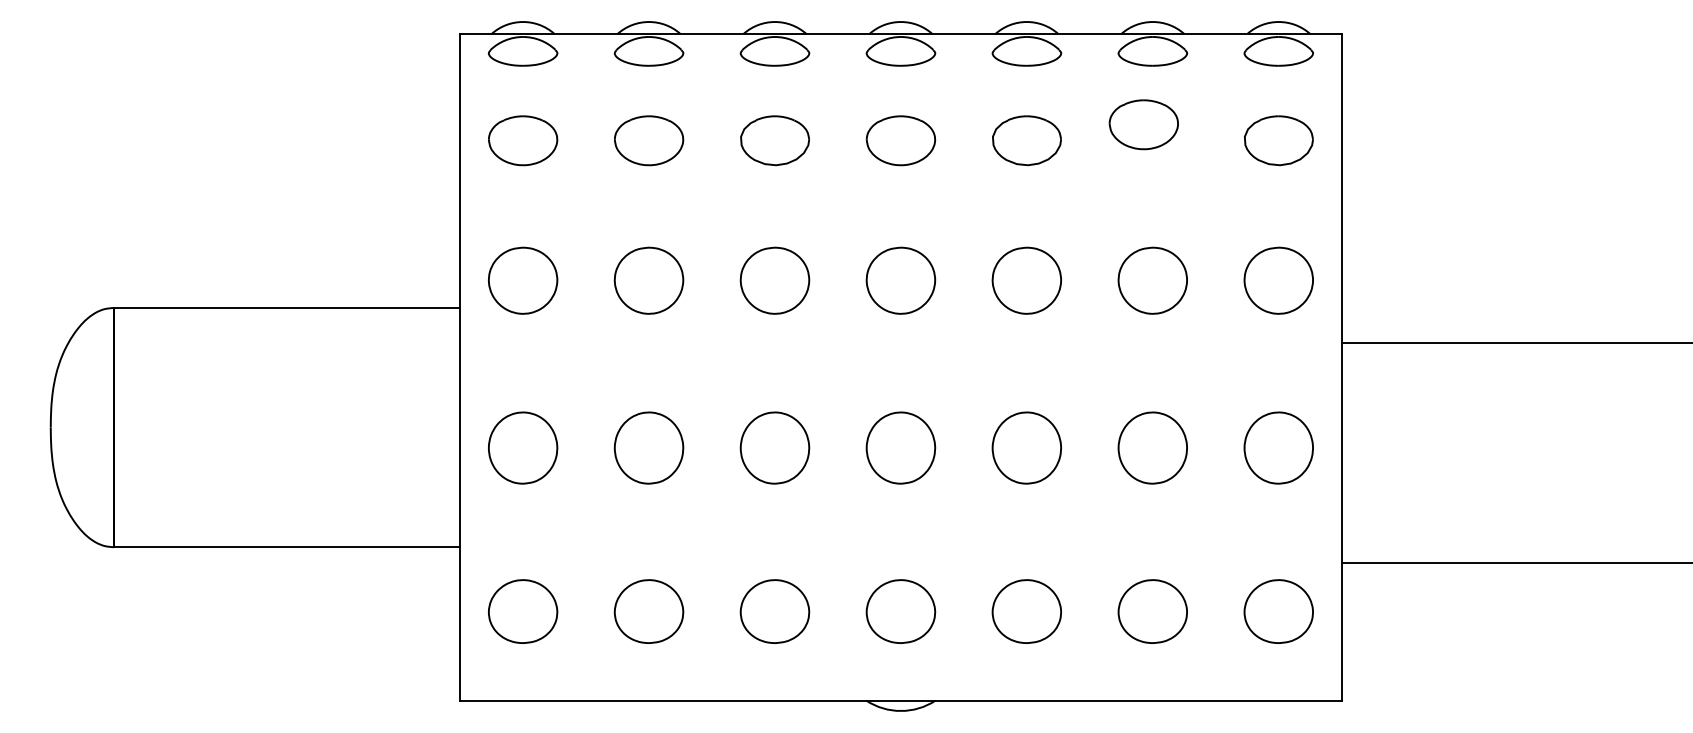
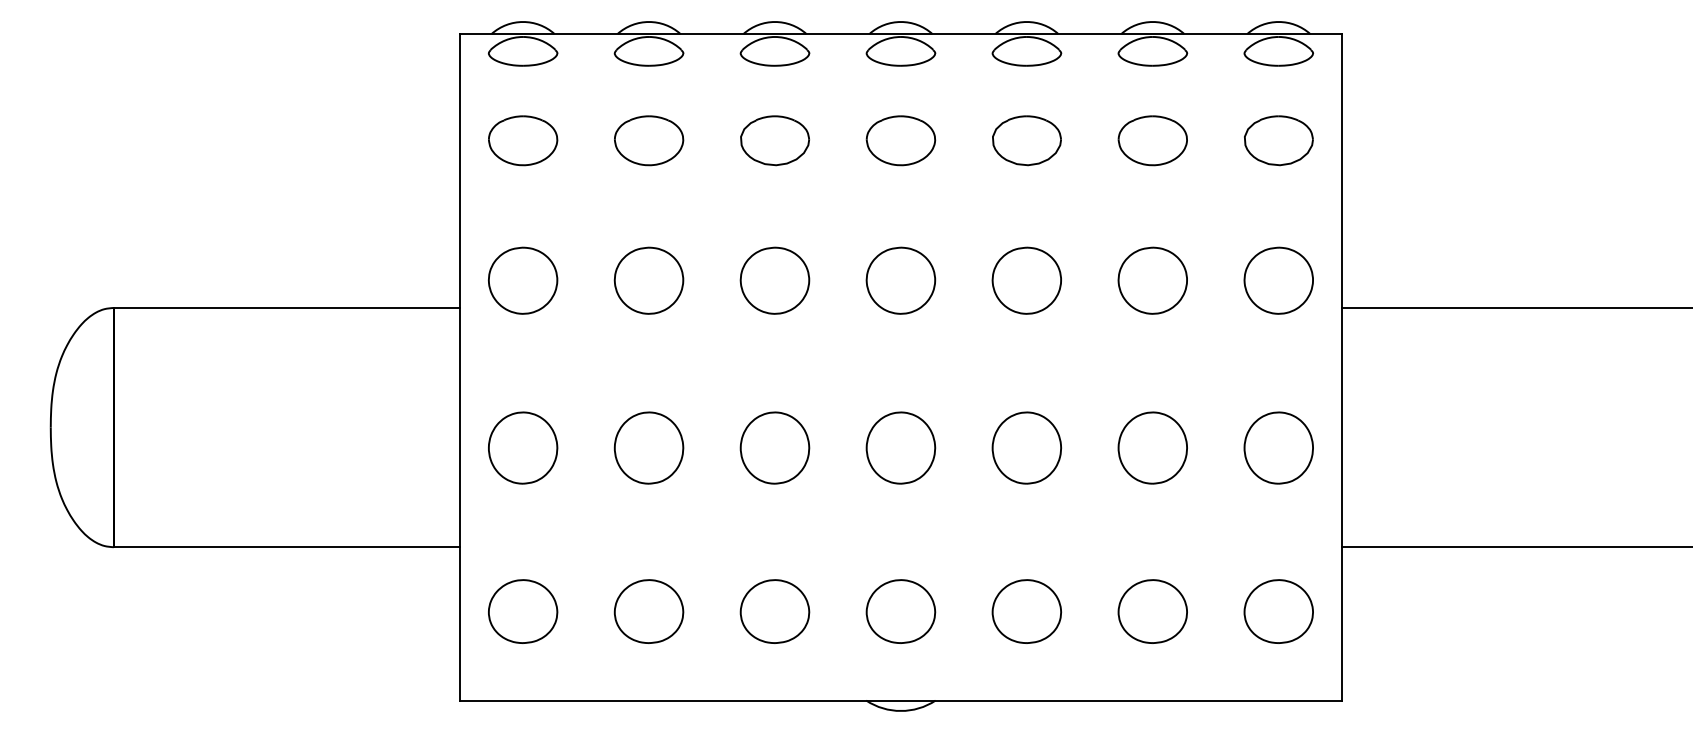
part at (1143, 124) position: (1143, 124) -> (1152, 140)
line at (1515, 342) position: (1515, 342) -> (1515, 307)
line at (1515, 563) position: (1515, 563) -> (1515, 547)
